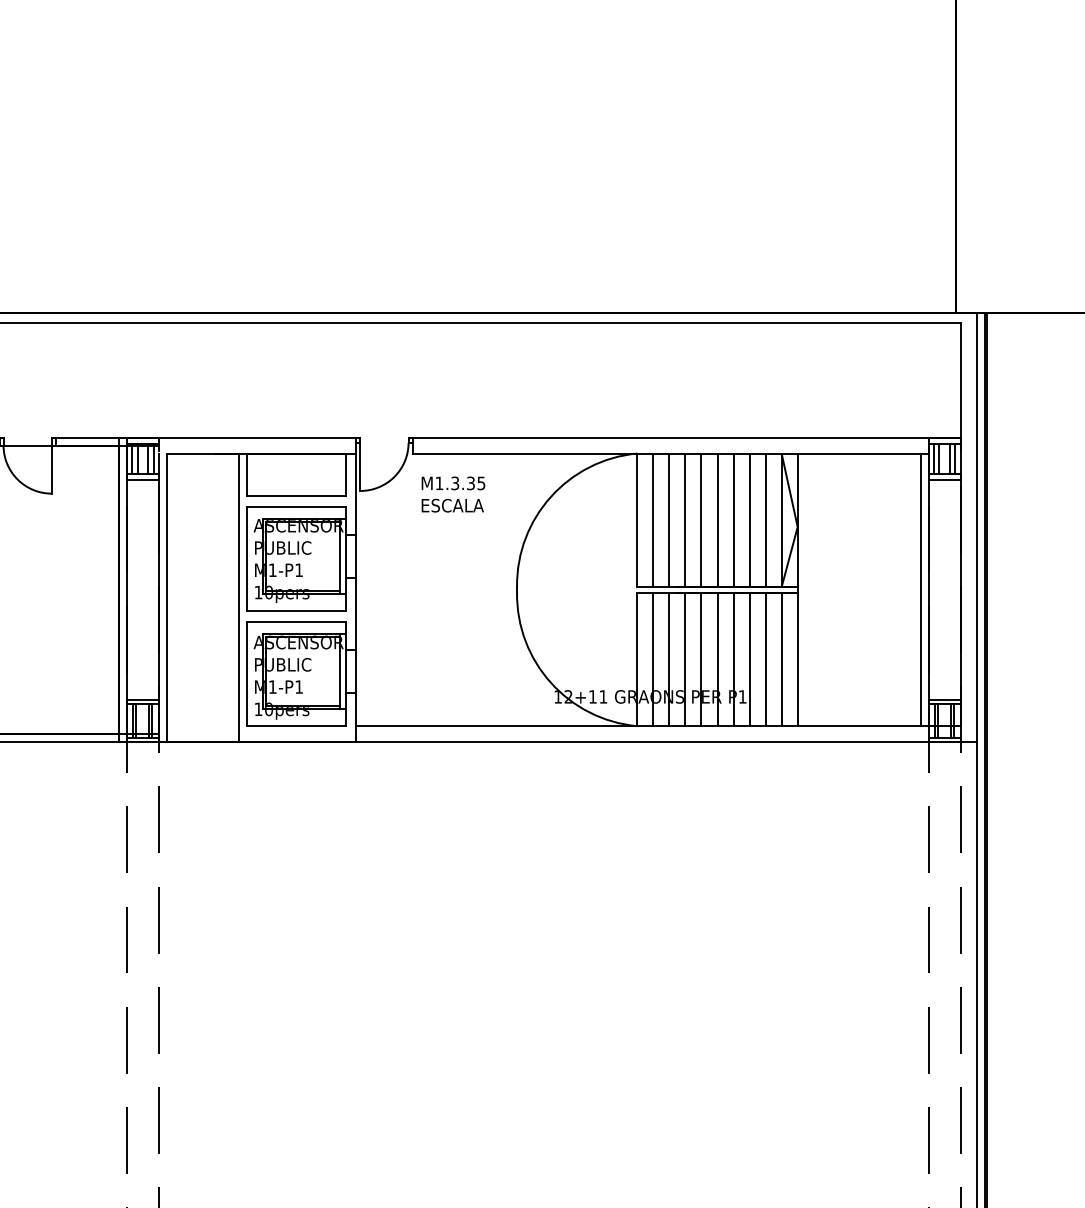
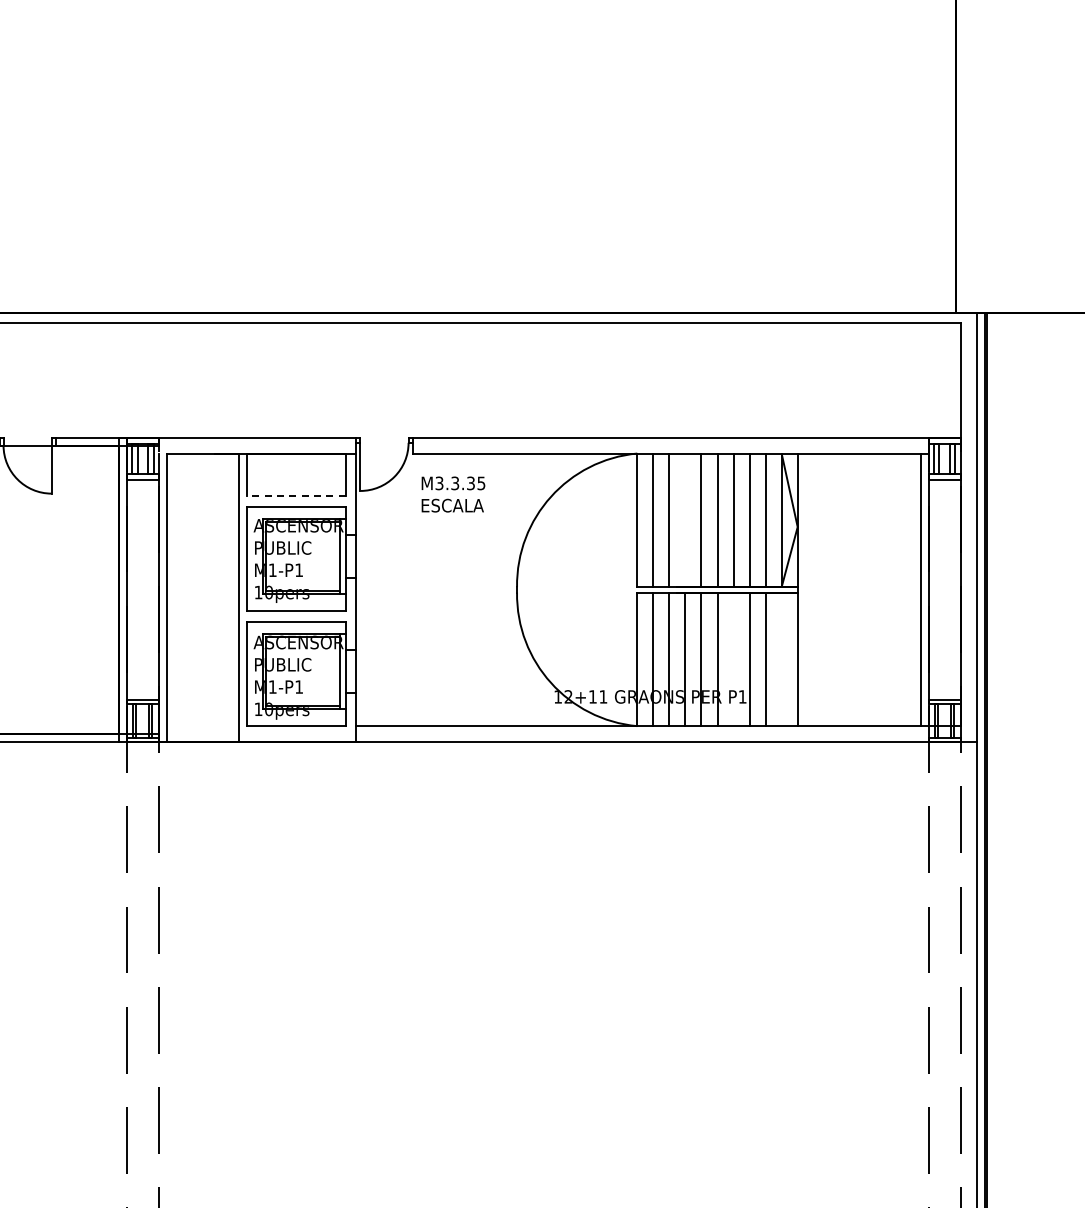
text at (439, 483): M1.3.35 -> M3.3.35
line at (295, 496): solid -> dashed
line at (685, 520): present -> none
line at (733, 659): present -> none
line at (781, 659): present -> none
